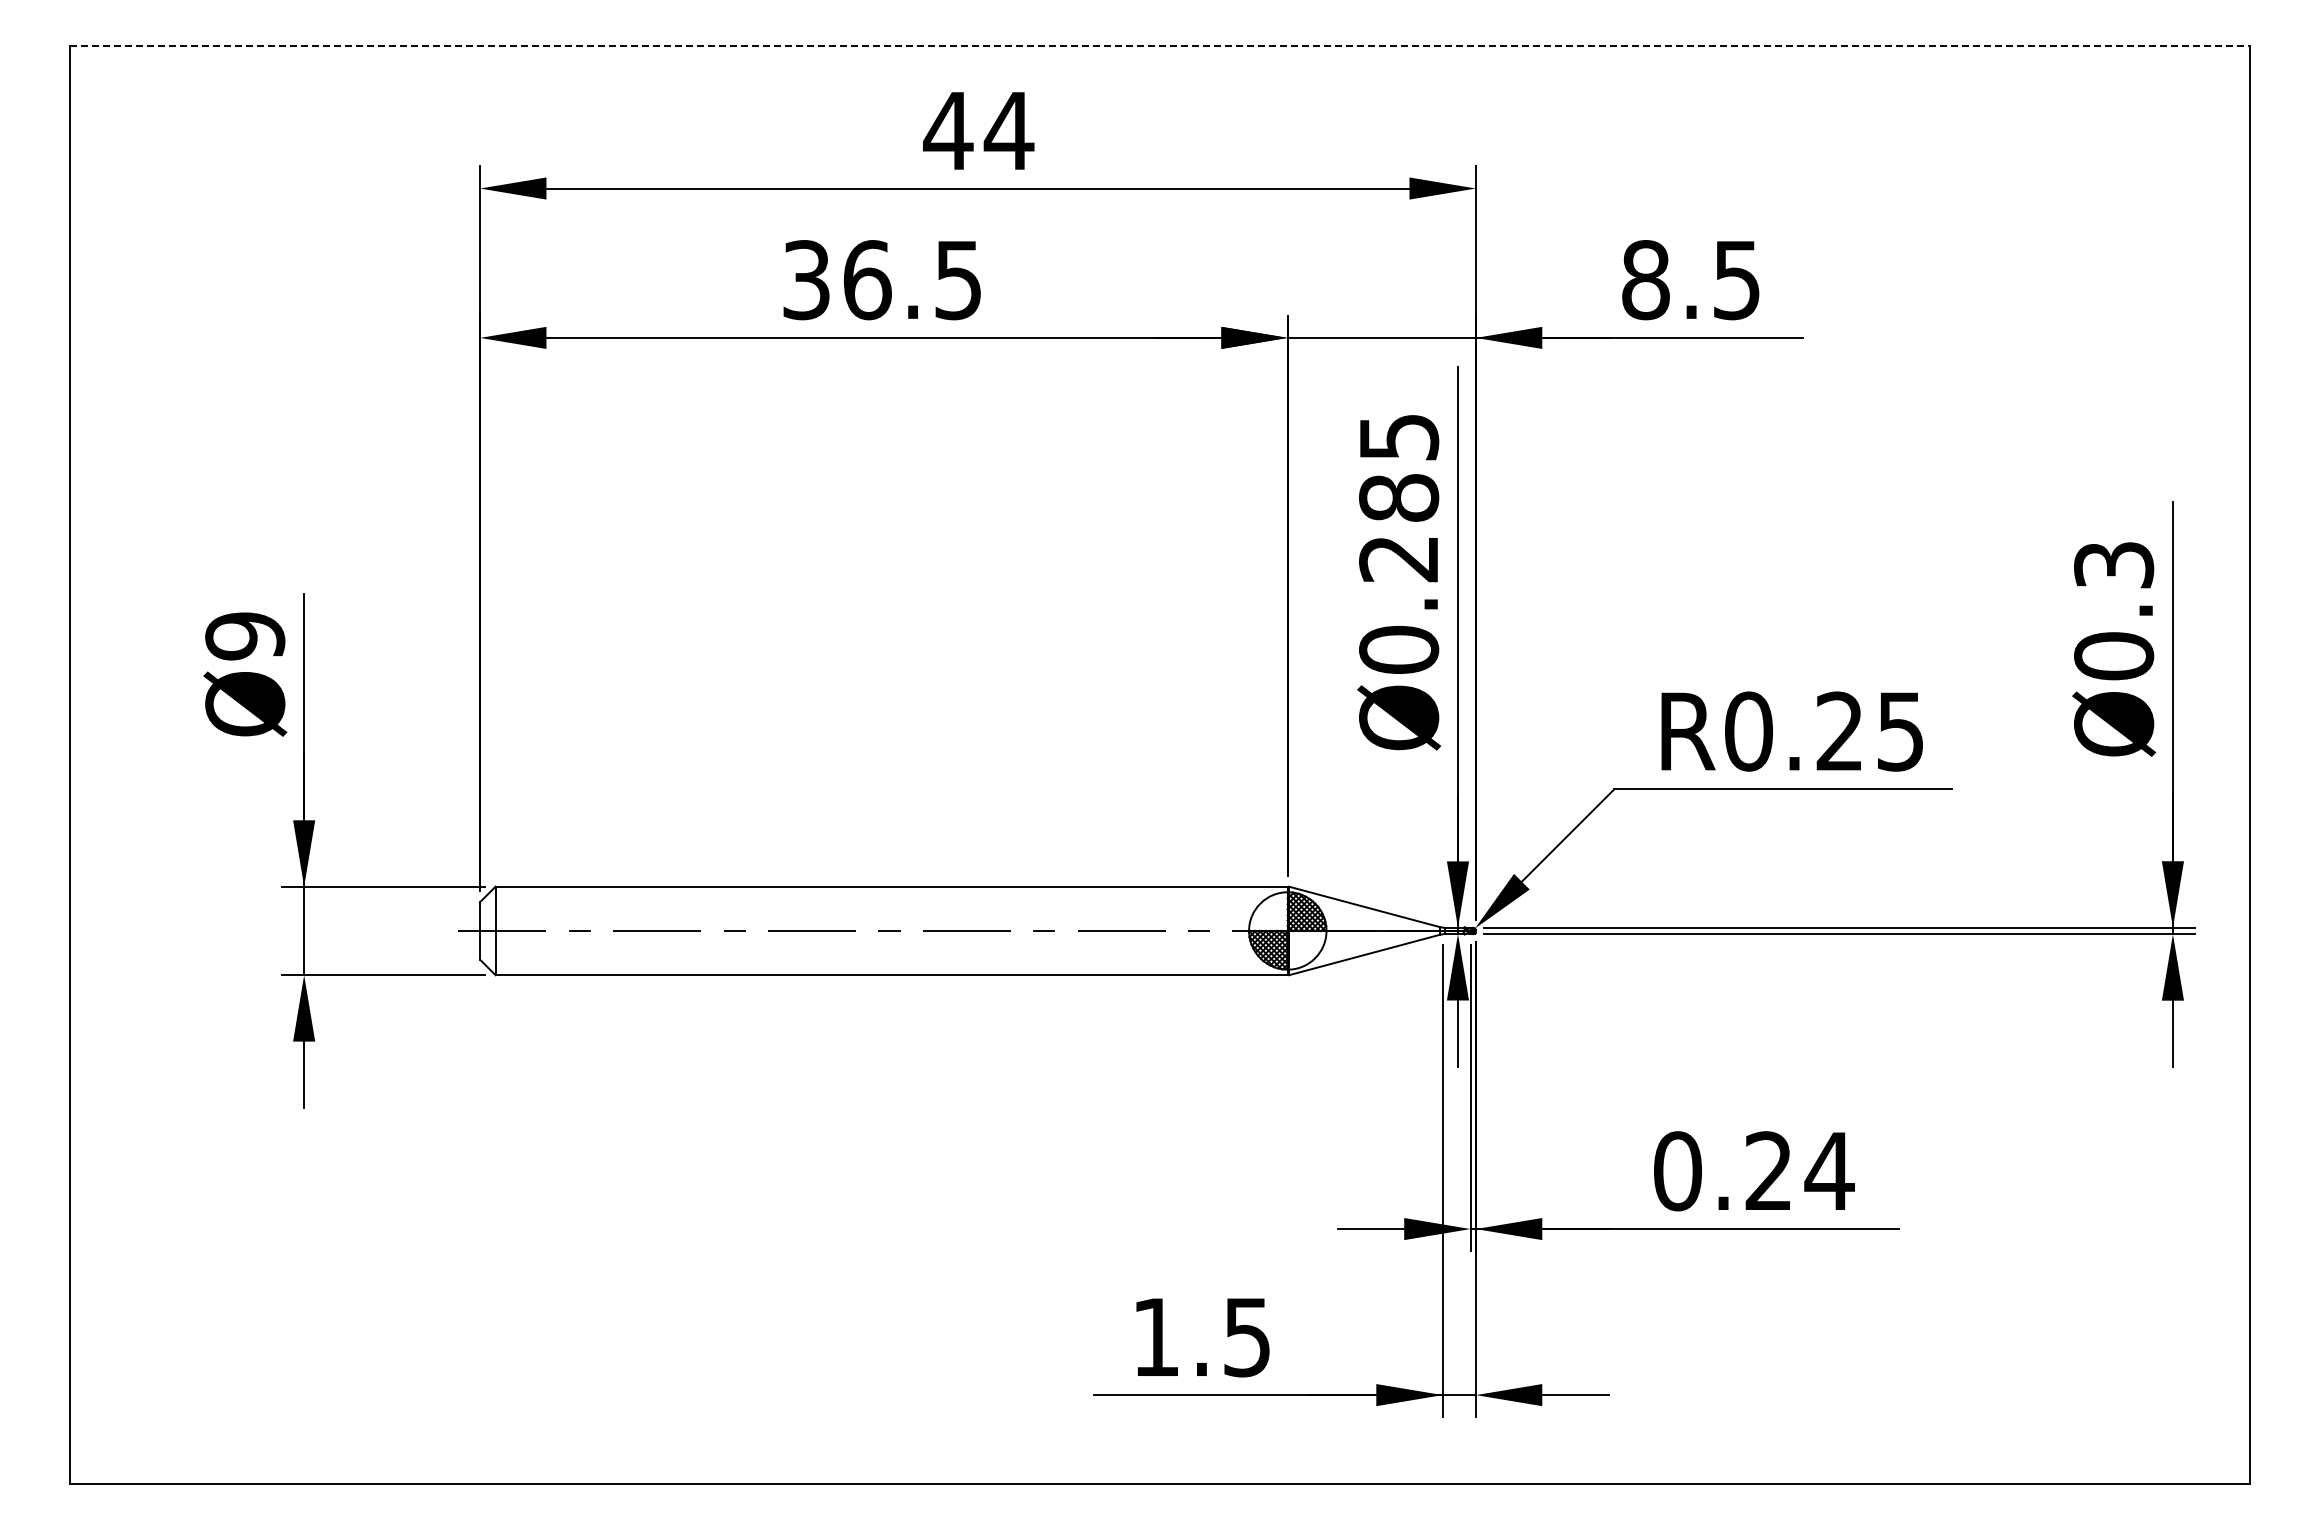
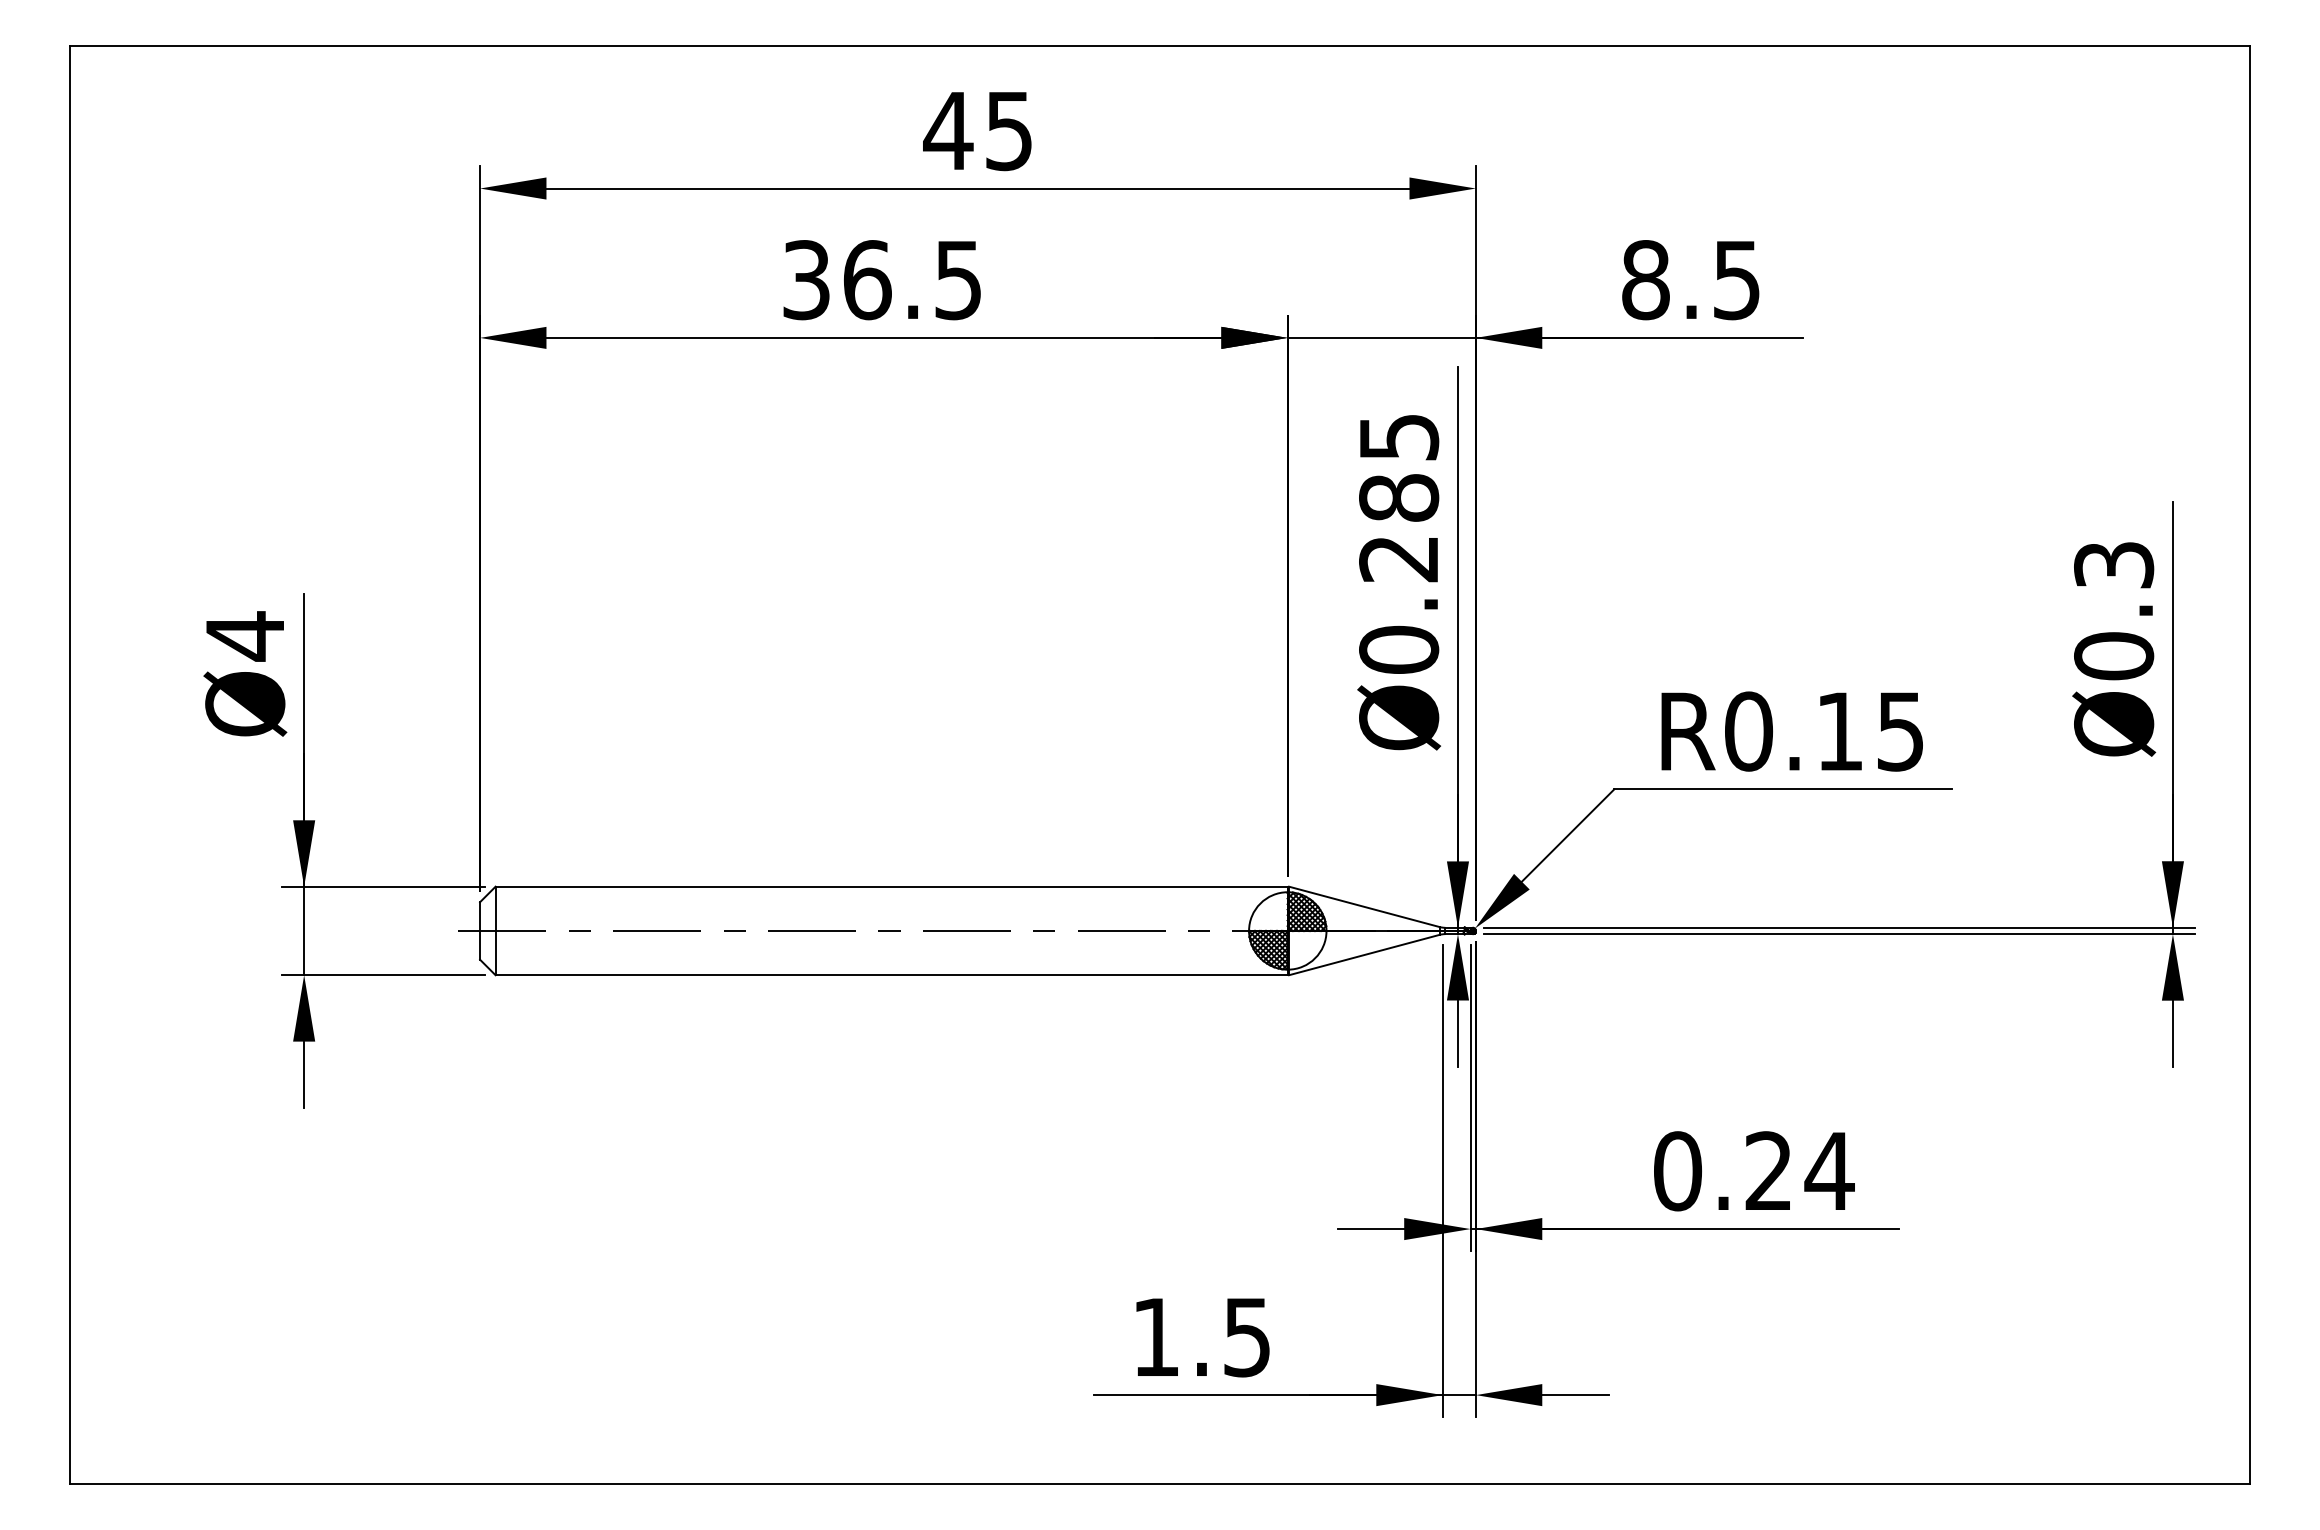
line at (1160, 45): dashed -> solid
text at (1008, 131): 44 -> 45
text at (245, 636): Ø9 -> Ø4
text at (1838, 730): R0.25 -> R0.15
